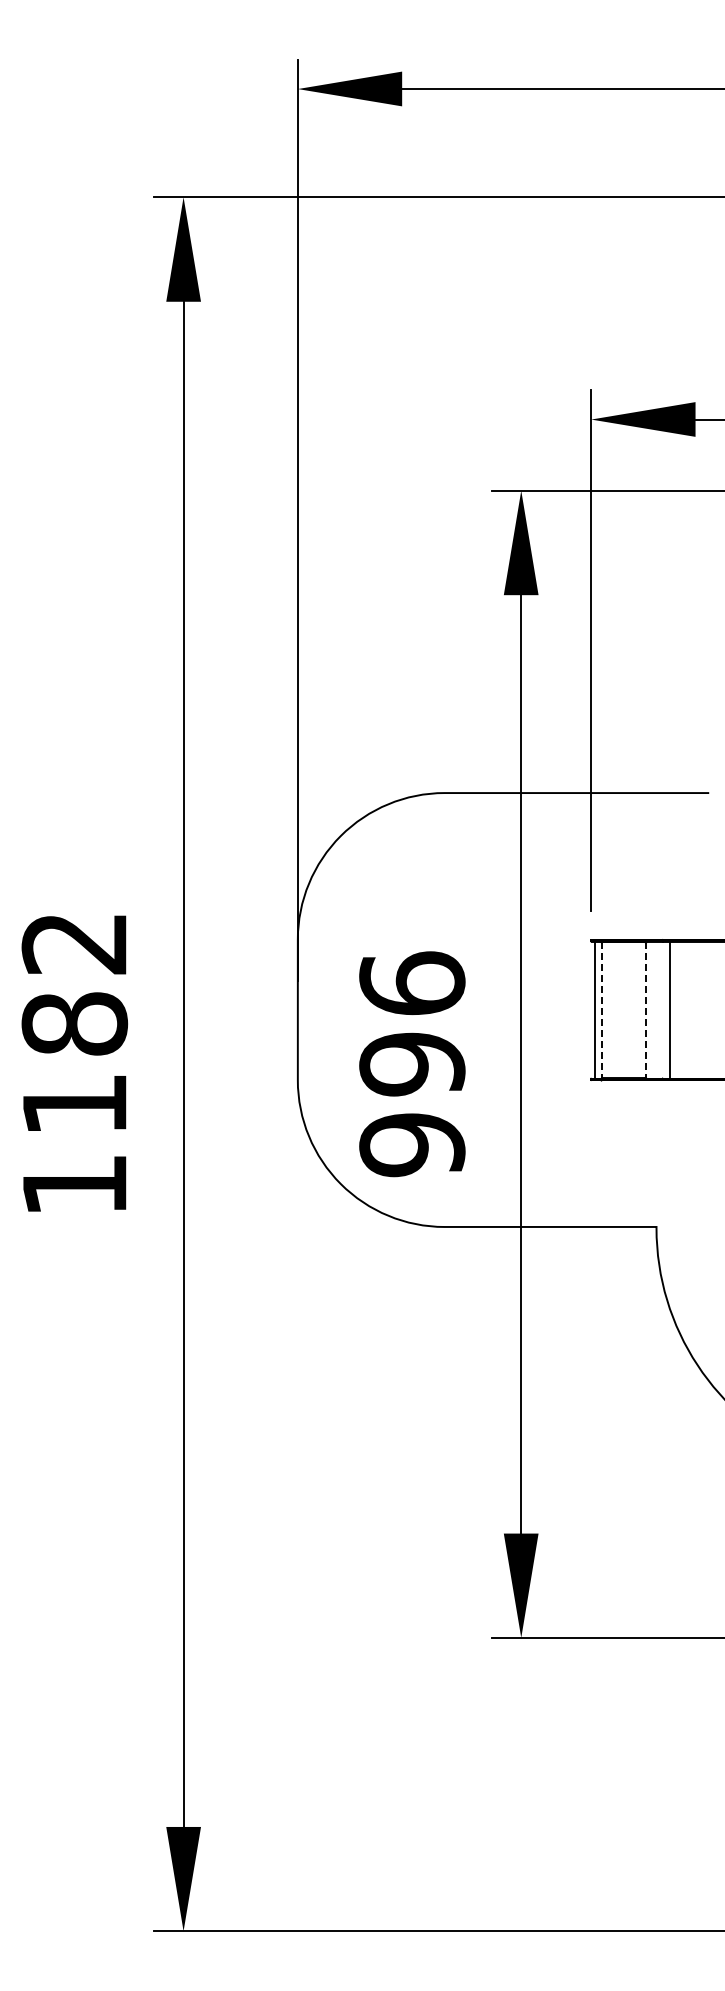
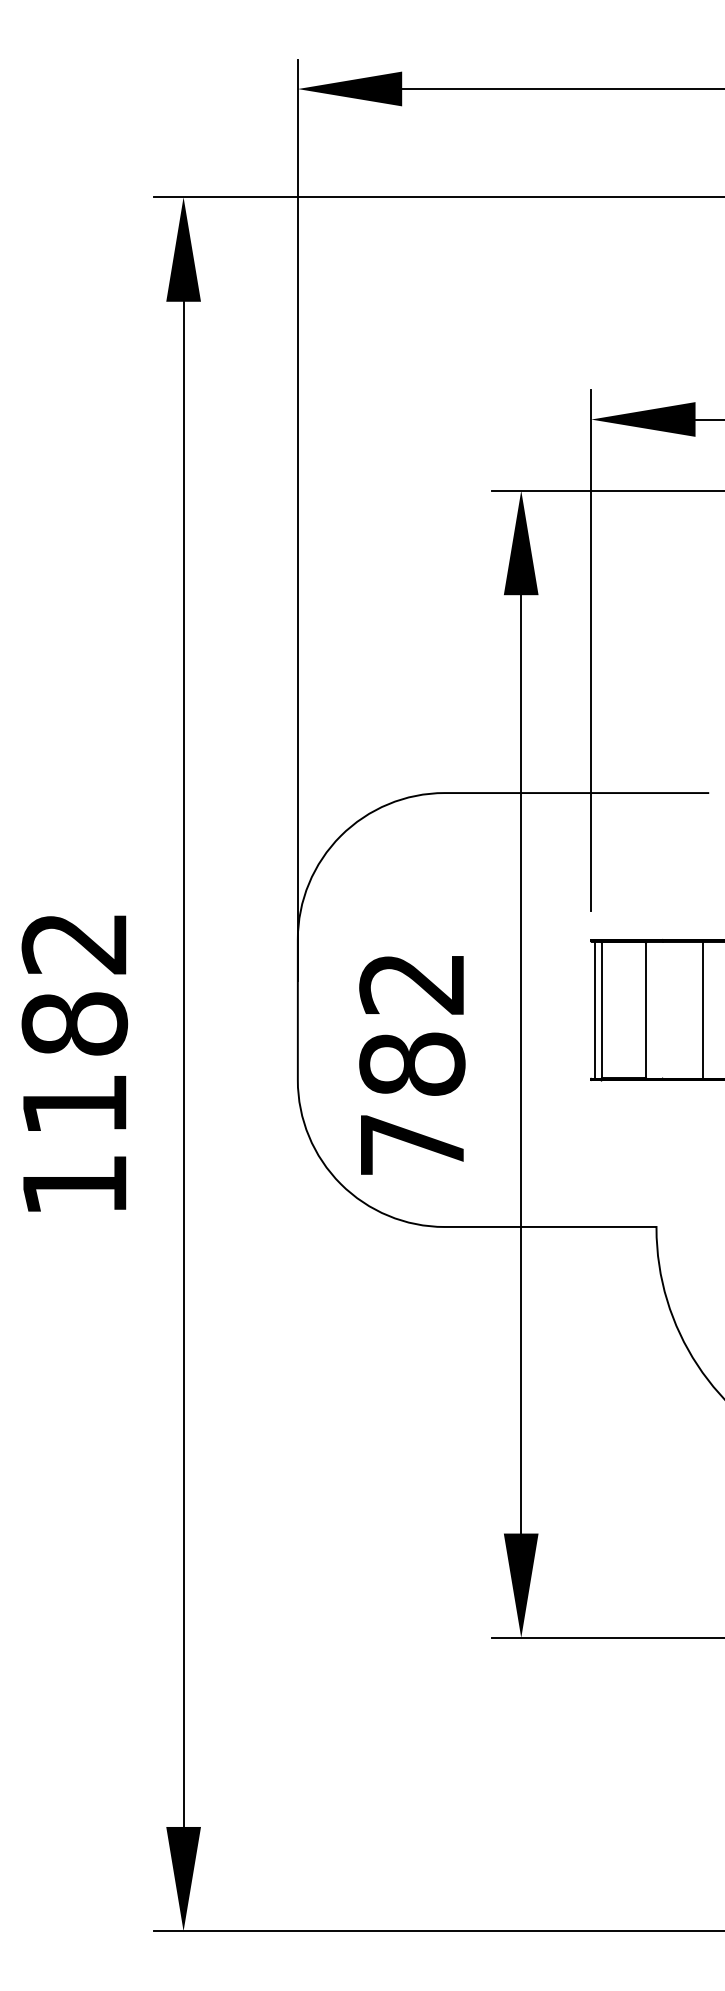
line at (670, 1009) position: (670, 1009) -> (703, 1009)
line at (601, 1010): dashed -> solid
line at (645, 1010): dashed -> solid
text at (412, 1064): 996 -> 782
